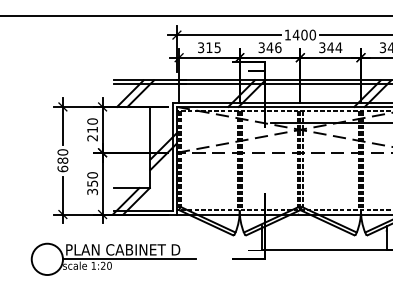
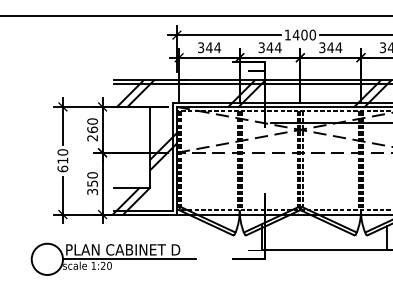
text at (213, 47): 315 -> 344
text at (277, 47): 346 -> 344
text at (92, 129): 210 -> 260
text at (62, 160): 680 -> 610
